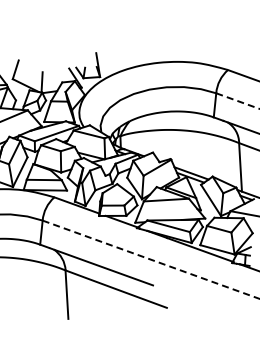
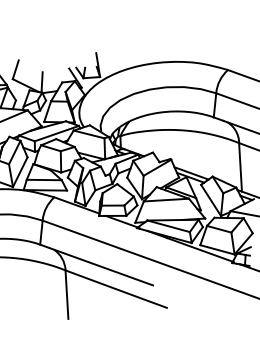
line at (237, 101): dashed -> solid
line at (151, 259): dashed -> solid
